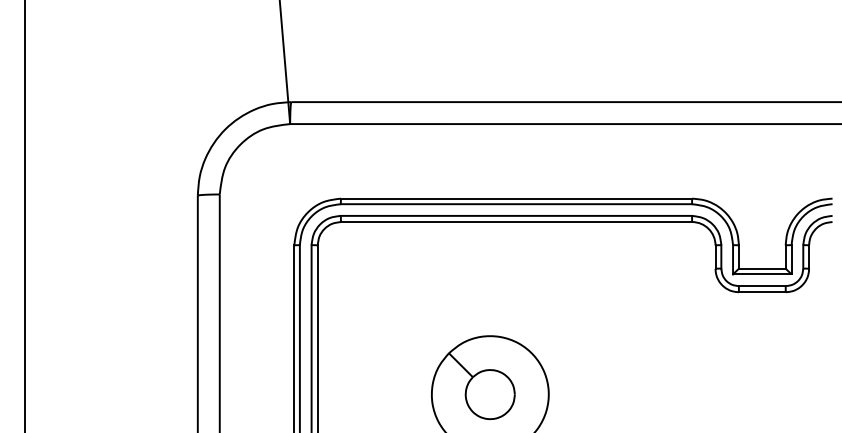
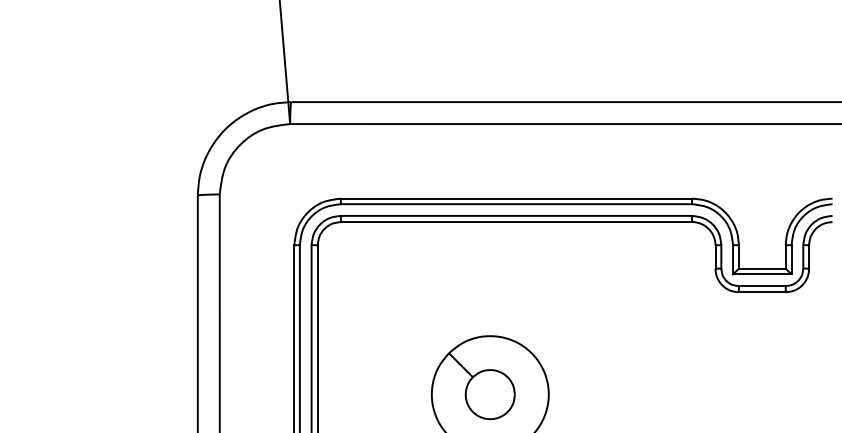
line at (25, 215): present -> none
